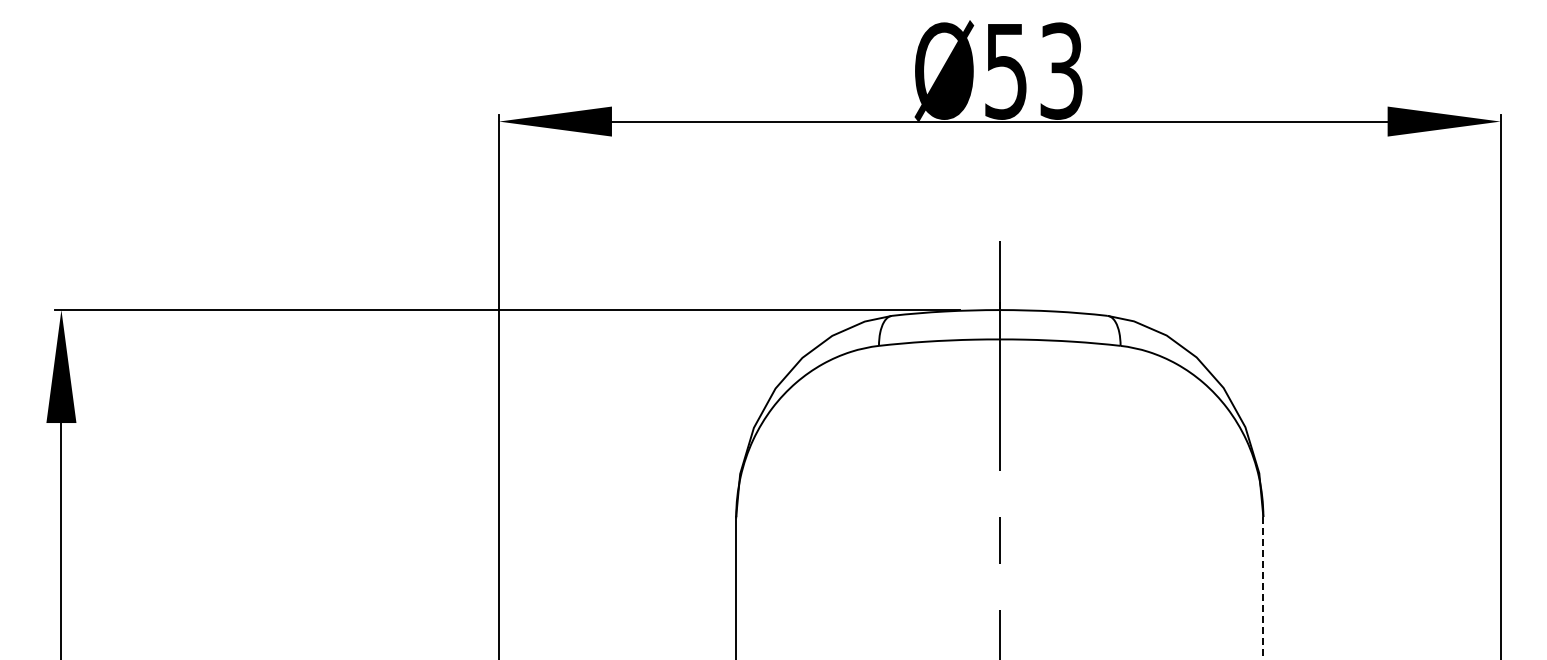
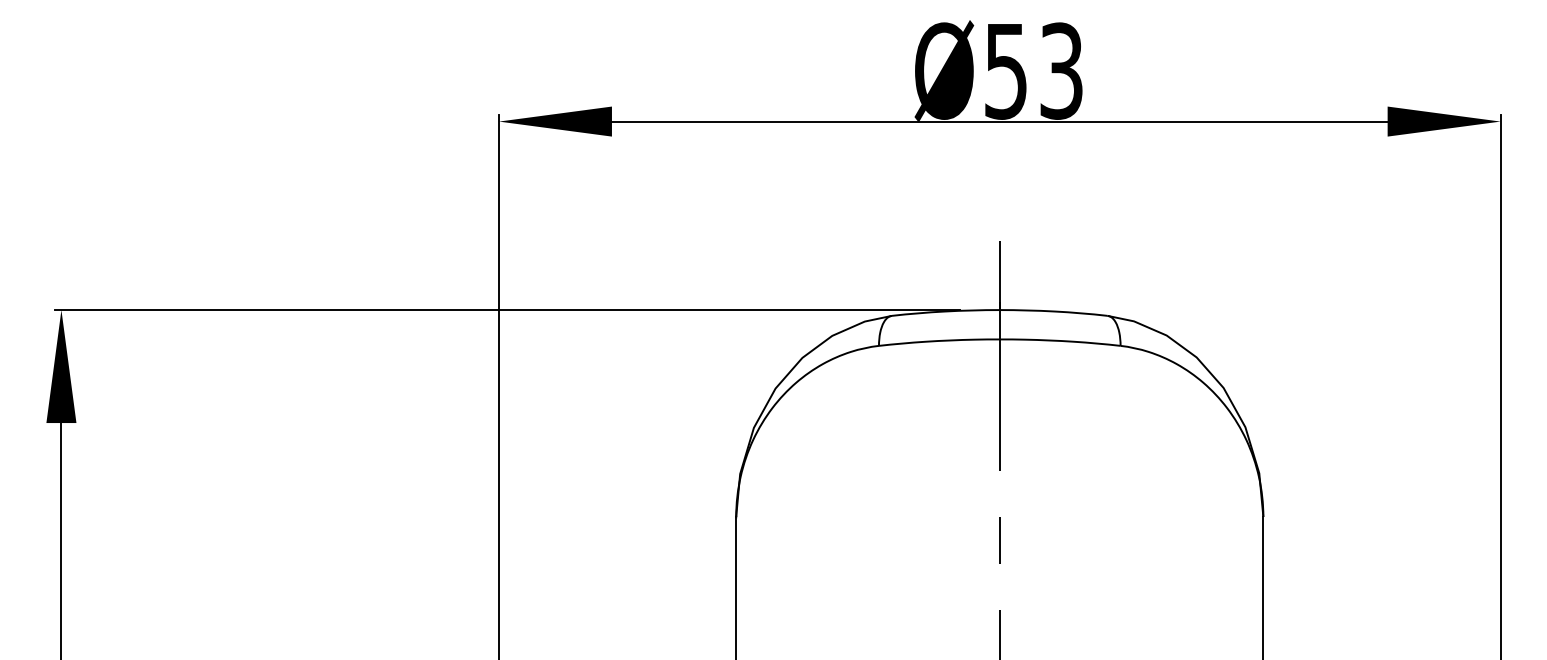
line at (1263, 588): dashed -> solid
